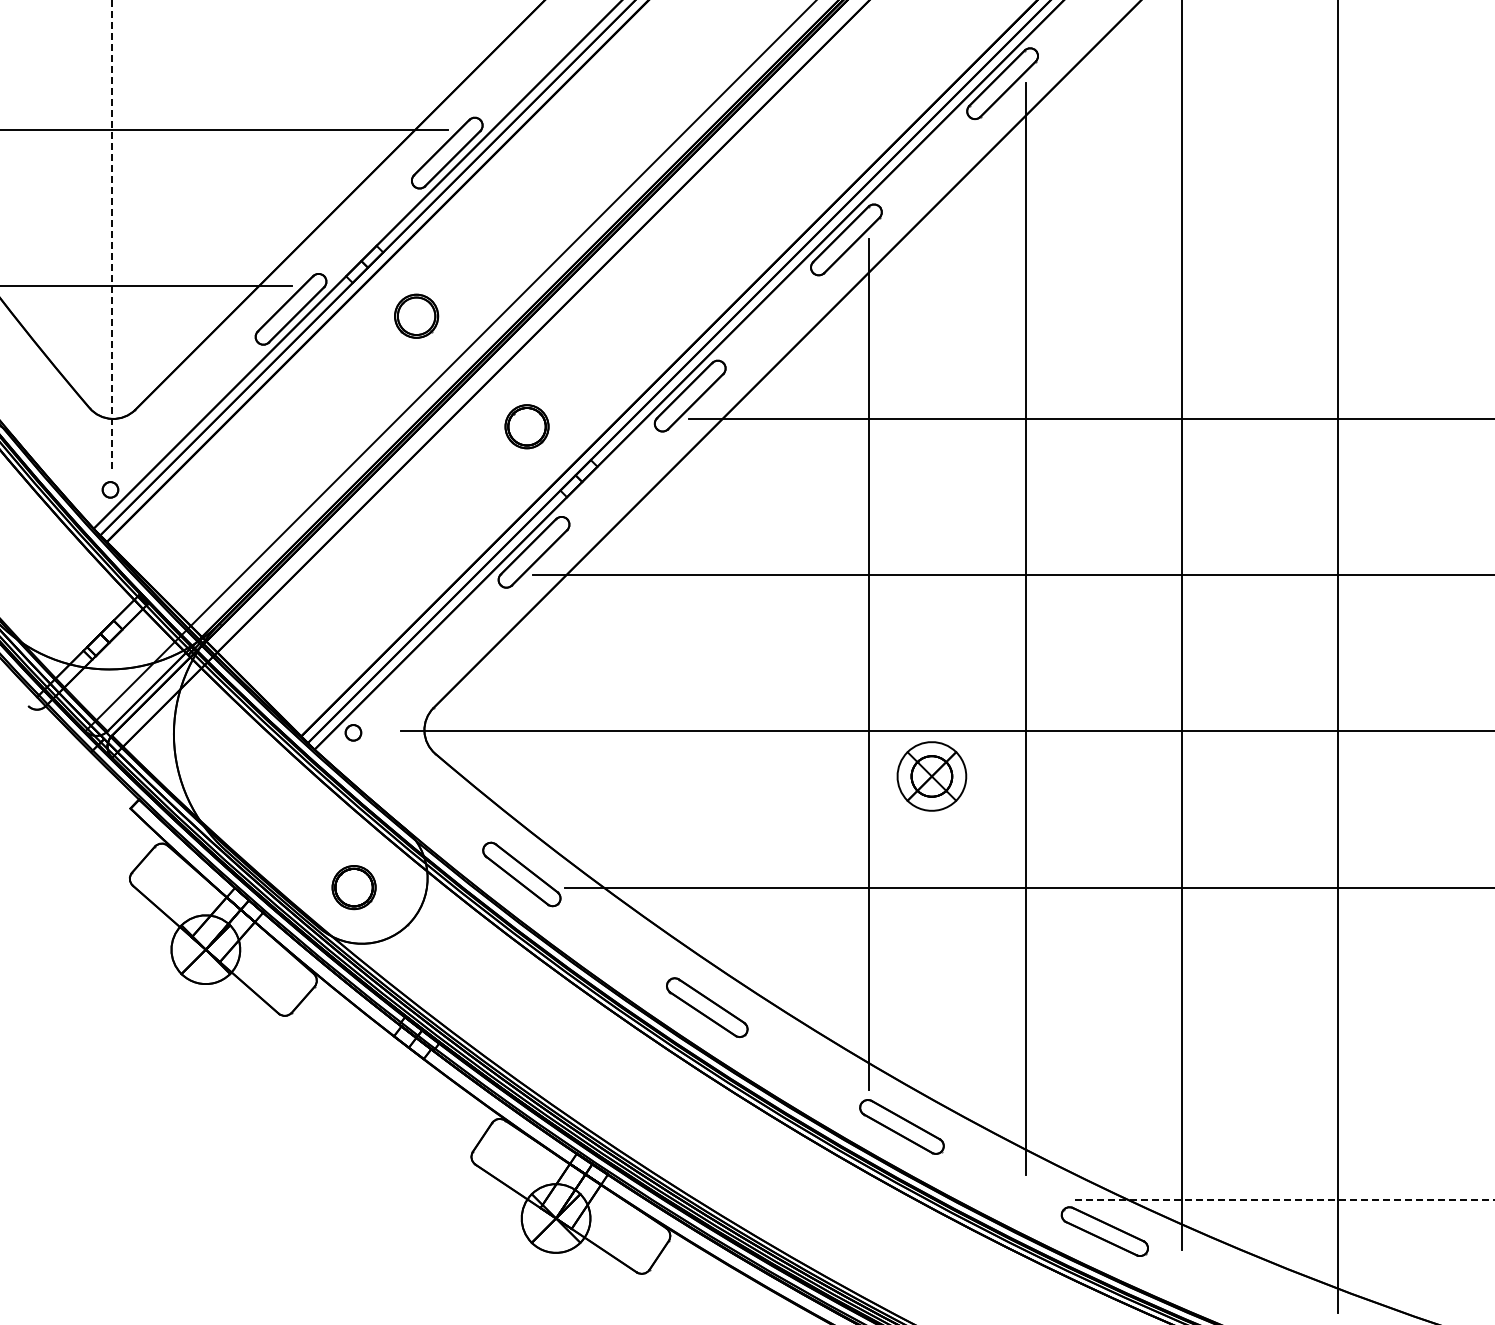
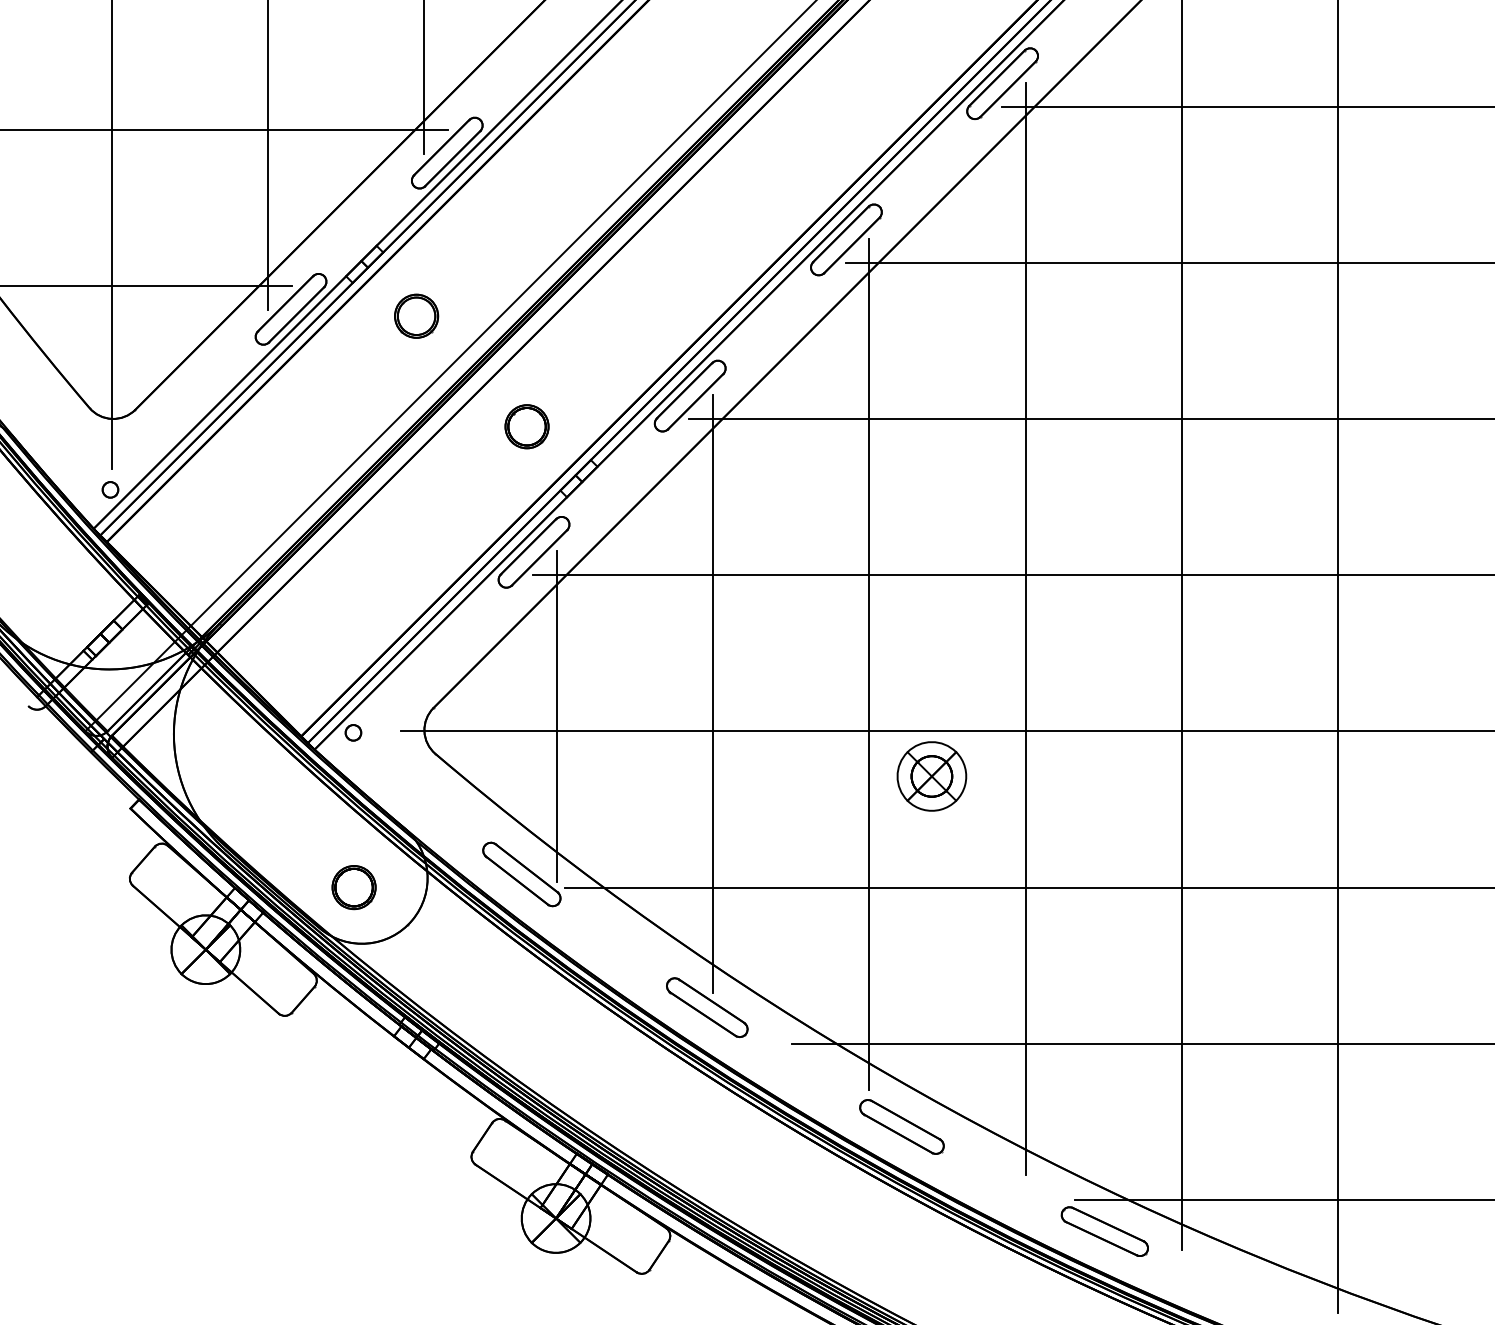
line at (424, 78): none -> present
line at (1246, 106): none -> present
line at (268, 156): none -> present
line at (111, 235): dashed -> solid
line at (1168, 262): none -> present
line at (713, 693): none -> present
line at (557, 716): none -> present
line at (1141, 1043): none -> present
line at (1285, 1200): dashed -> solid
